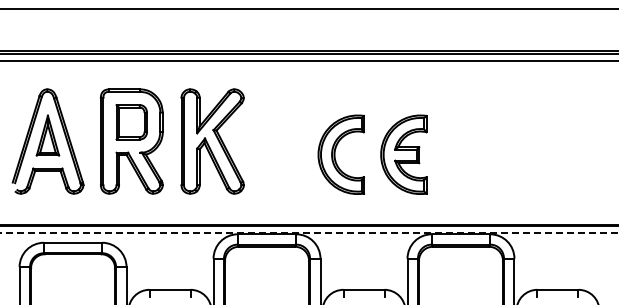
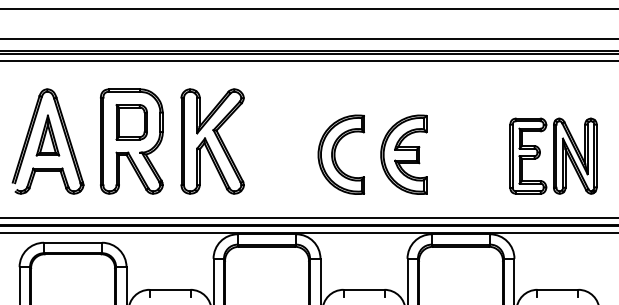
line at (308, 38): none -> present
part at (553, 155): none -> present
line at (308, 218): none -> present
line at (309, 232): dashed -> solid
